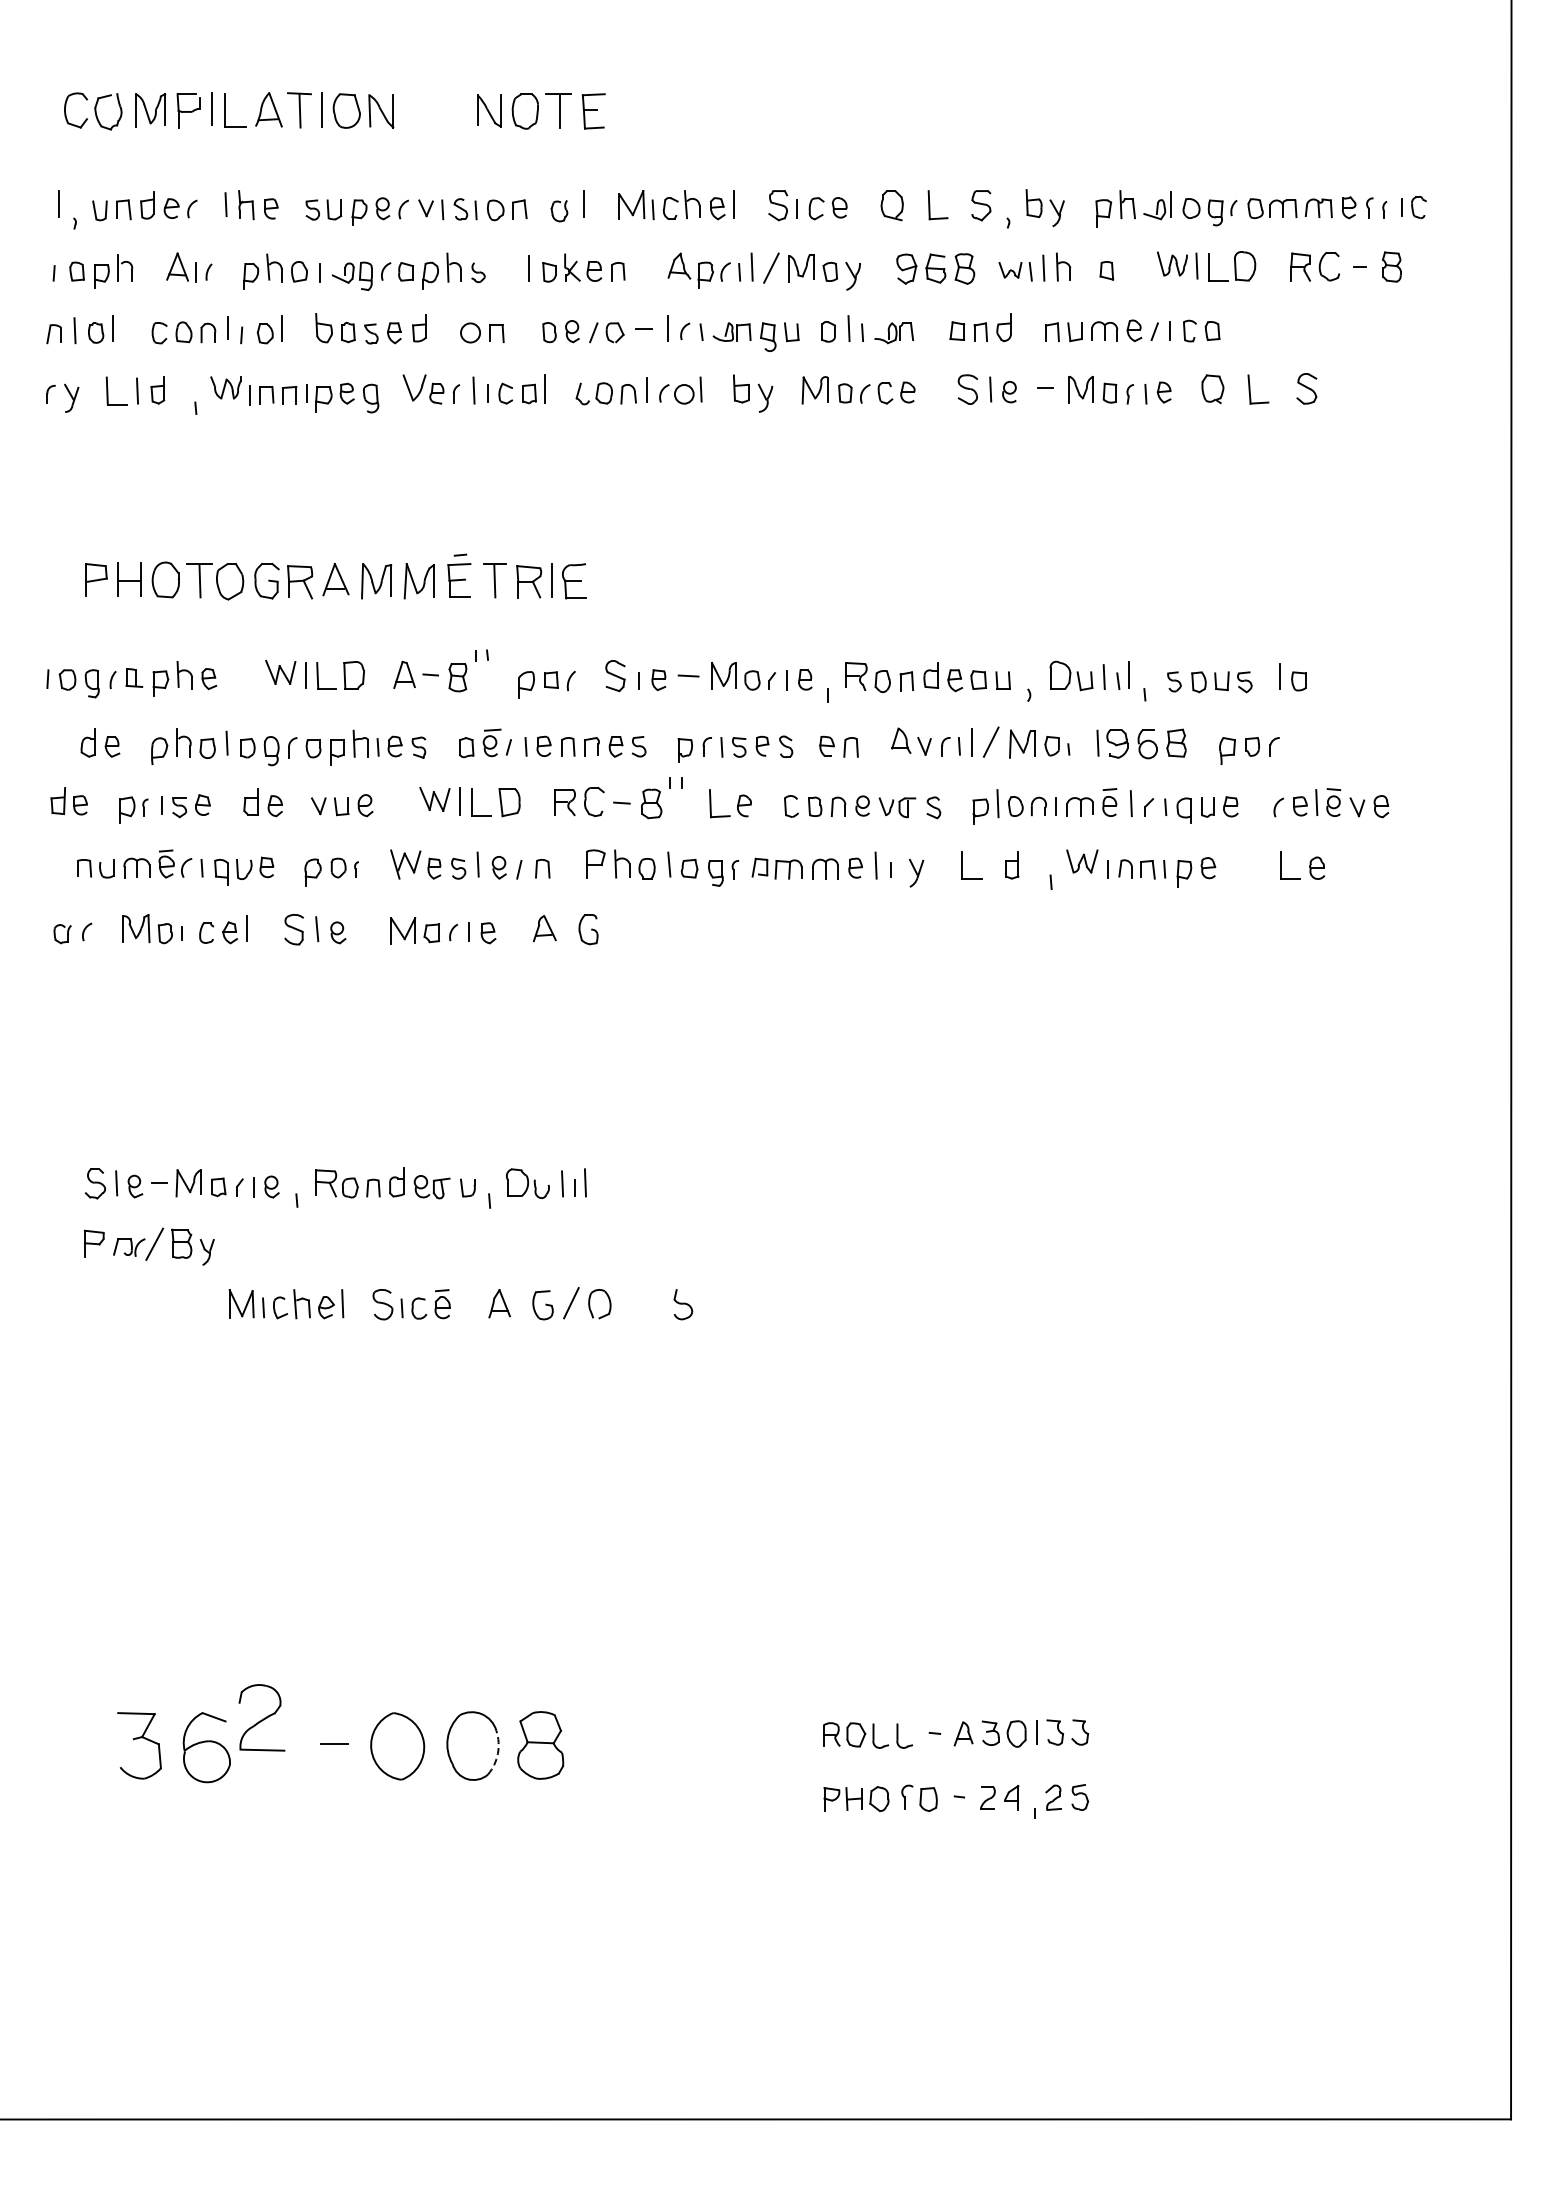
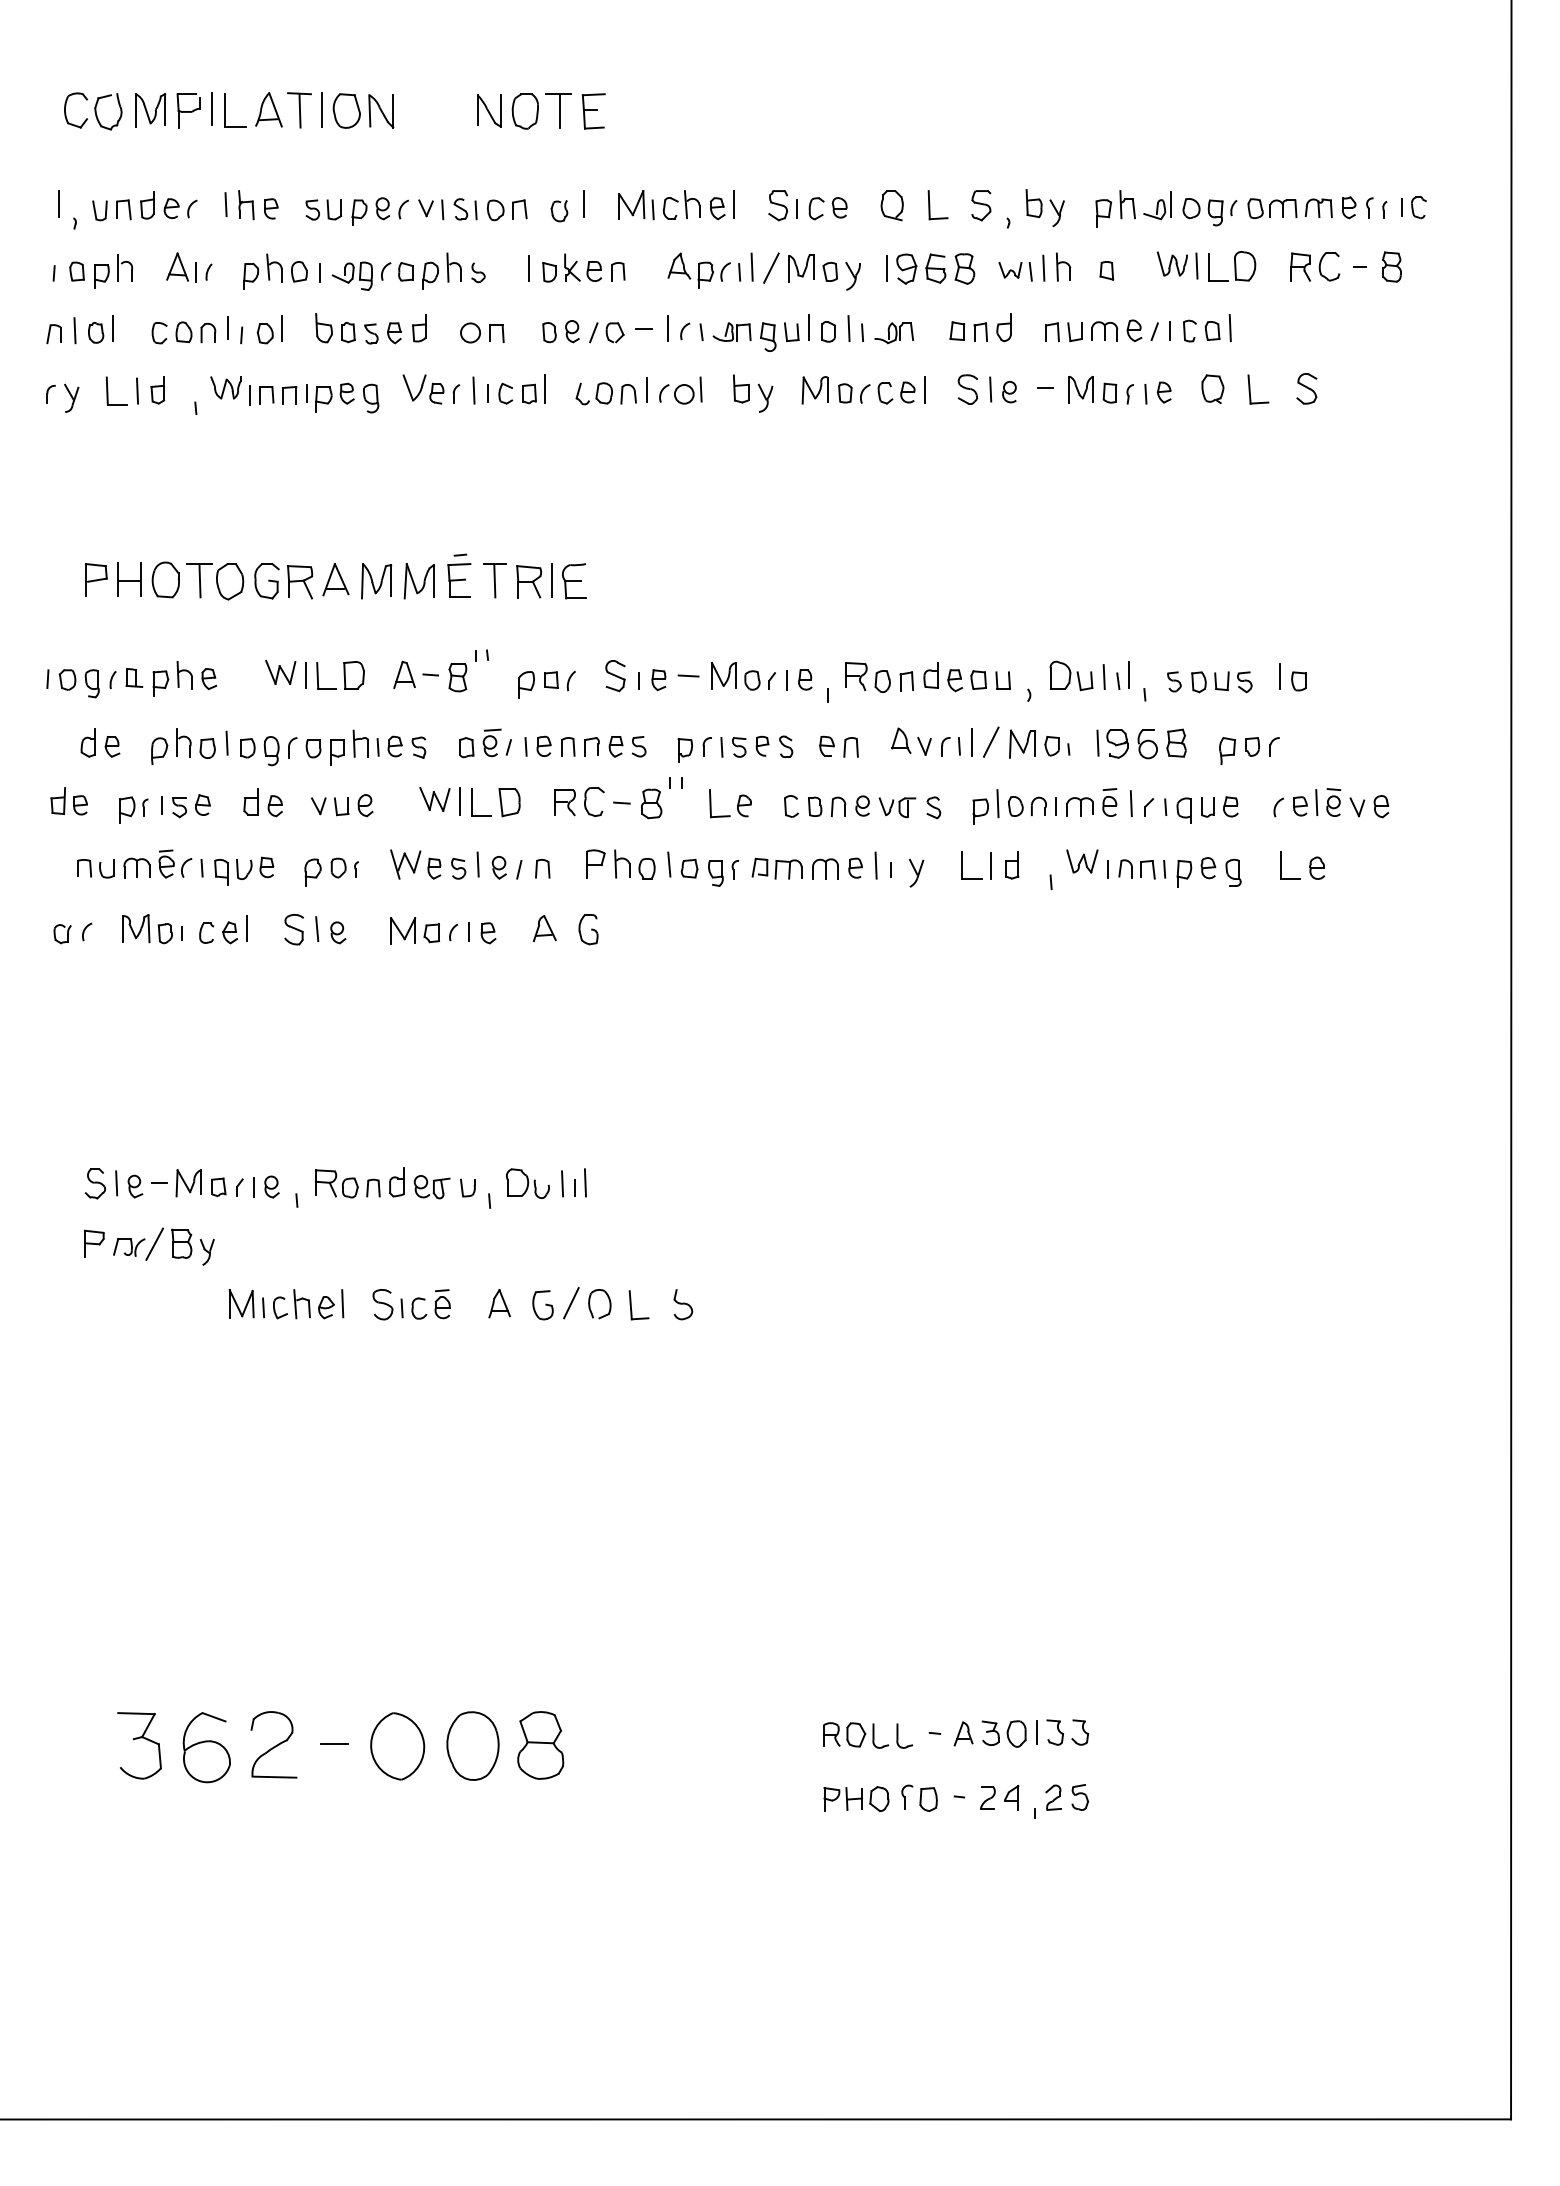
line at (887, 267): none -> present
line at (808, 327): none -> present
line at (1229, 328): none -> present
line at (924, 389): none -> present
line at (991, 865): none -> present
part at (1233, 872): none -> present
part at (631, 1305): none -> present
part at (261, 1717) position: (261, 1717) -> (273, 1744)
arc at (497, 1753): dashed -> solid
